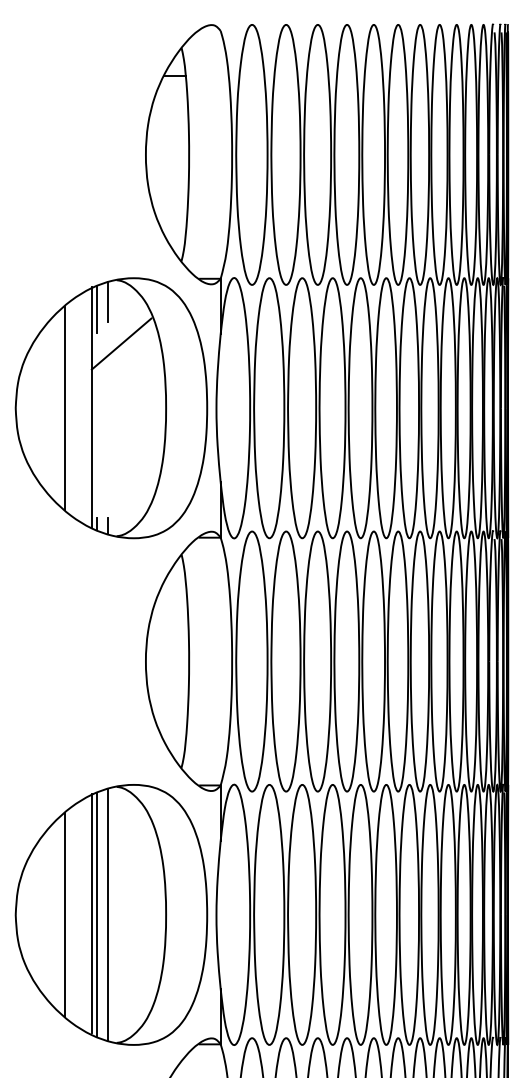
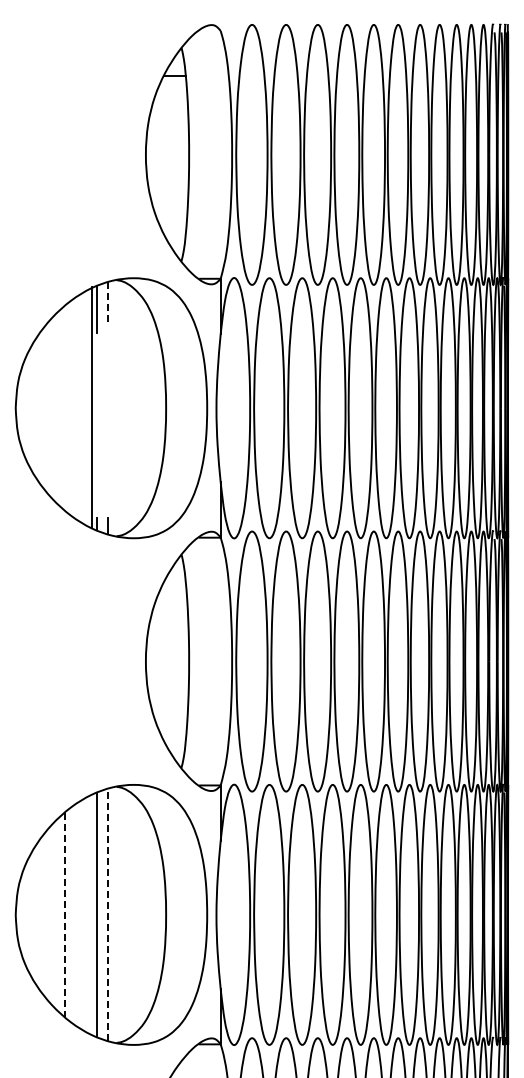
line at (108, 302): solid -> dashed
line at (121, 343): present -> none
line at (64, 407): present -> none
line at (91, 913): present -> none
line at (64, 914): solid -> dashed
line at (108, 914): solid -> dashed
